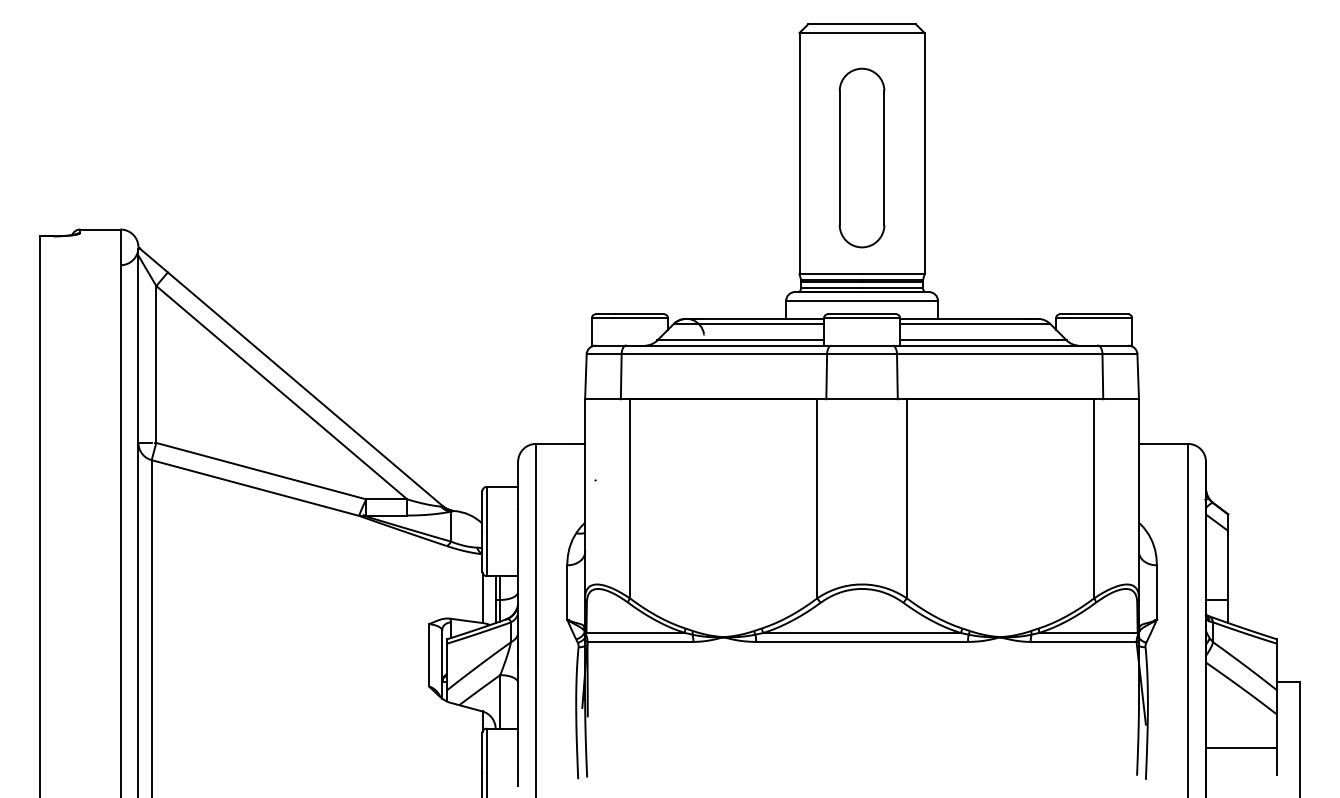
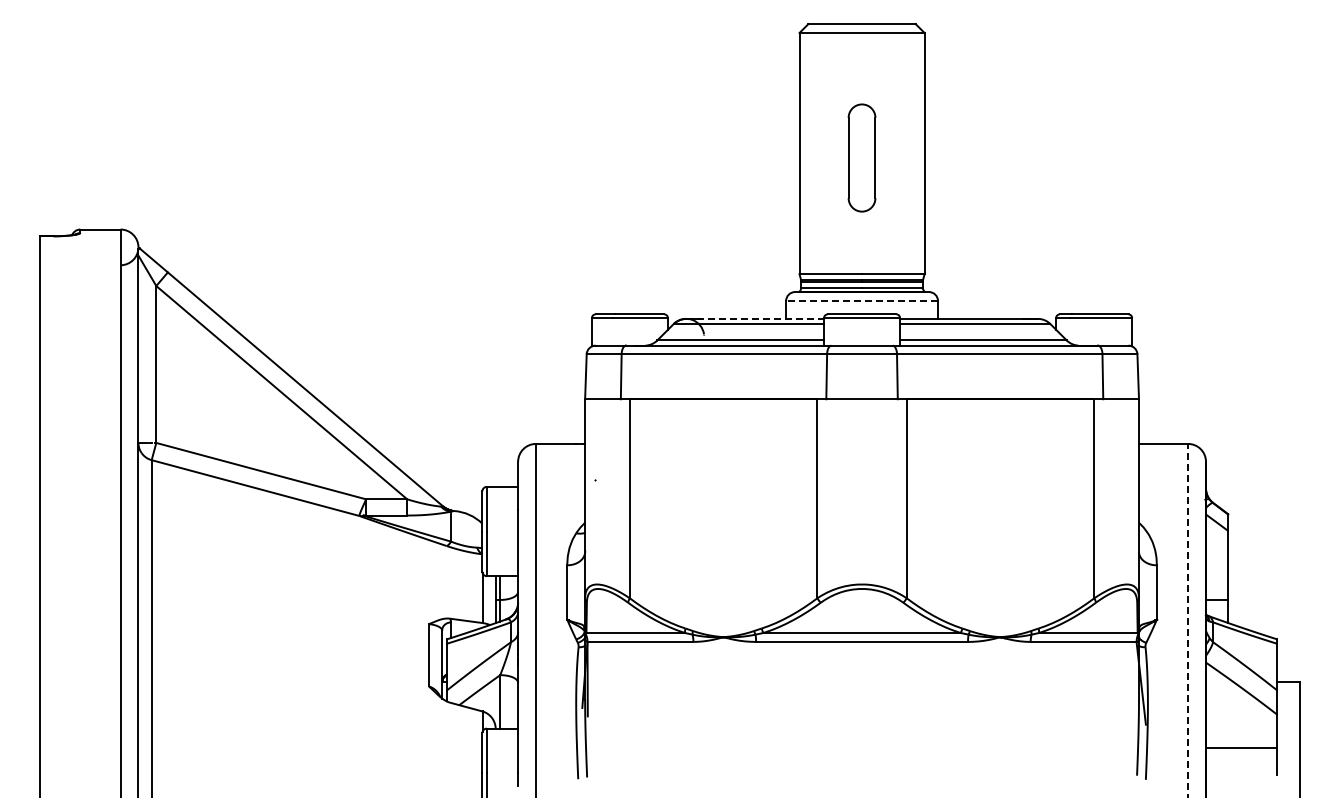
part at (861, 157) size: 48x182 px -> 30x110 px
line at (862, 301): solid -> dashed
line at (755, 318): solid -> dashed
line at (1188, 620): solid -> dashed
